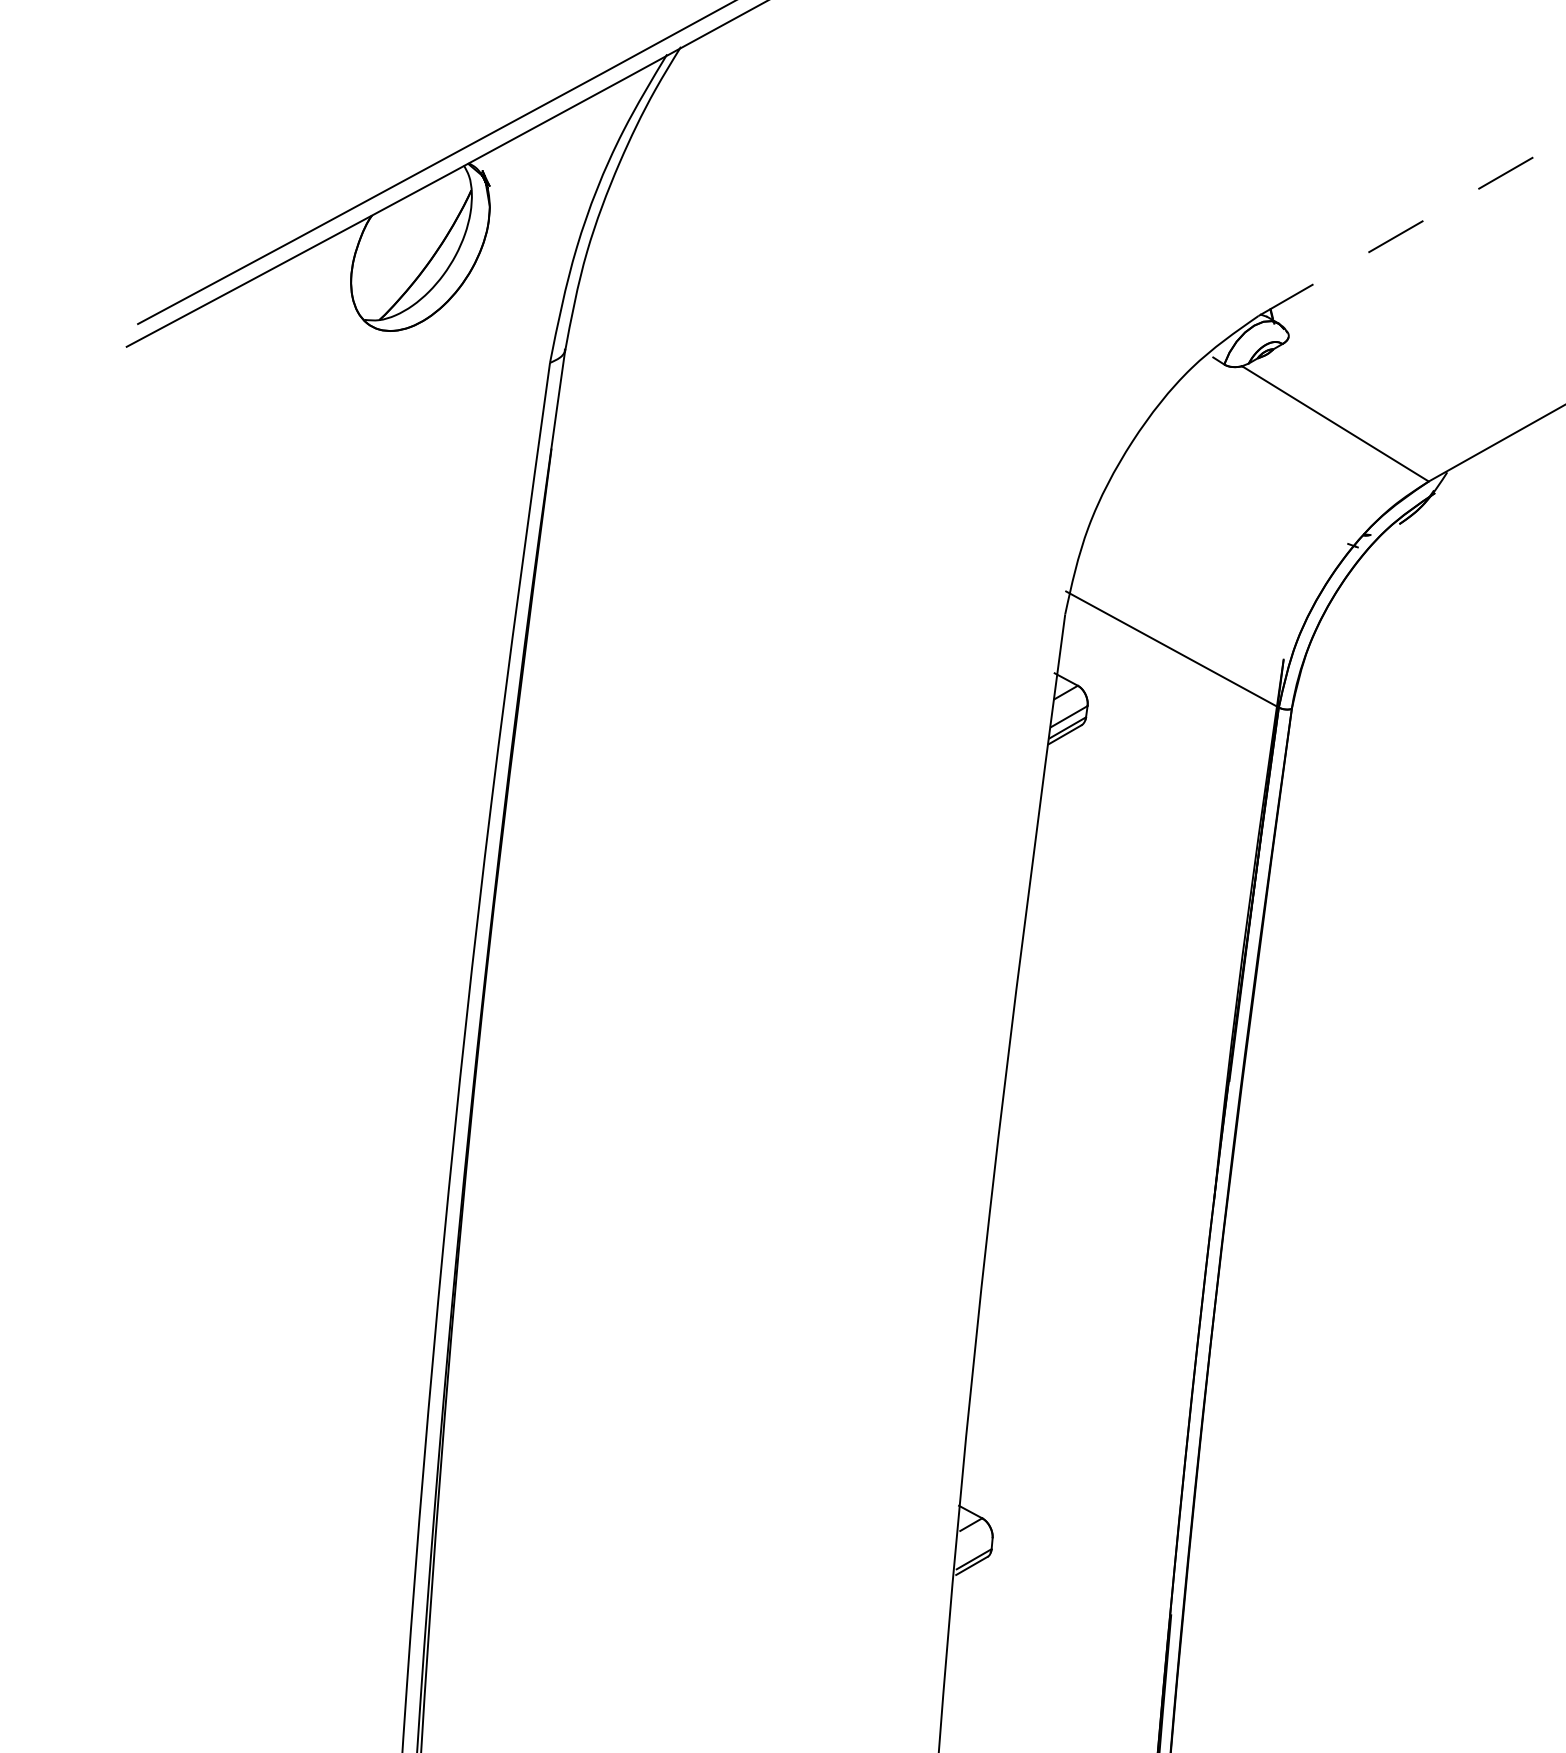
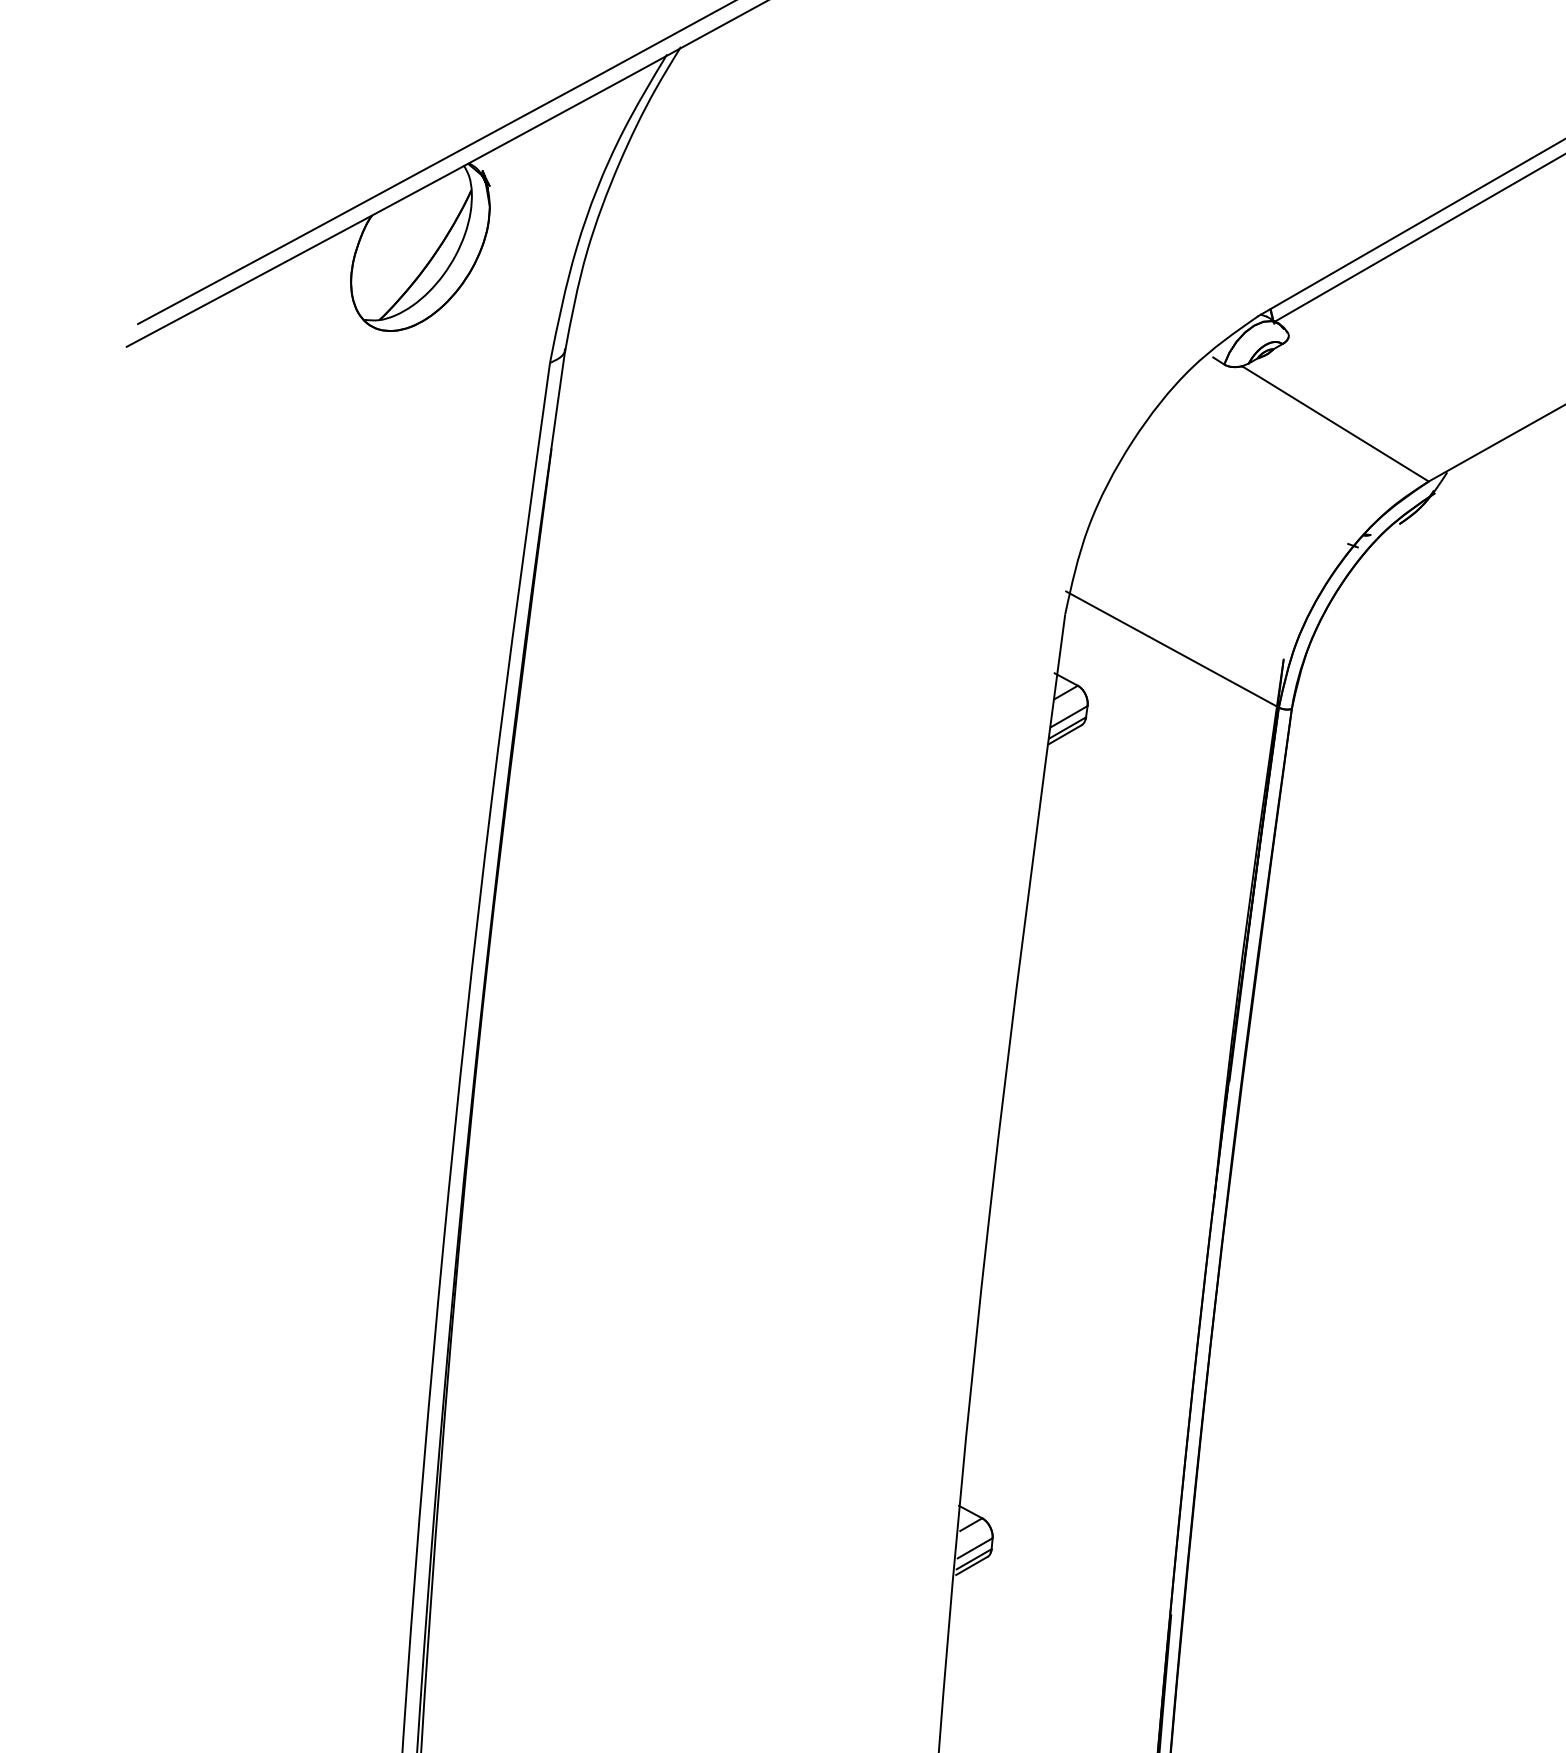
line at (1412, 227): dashed -> solid
line at (1418, 238): none -> present
line at (974, 1548): none -> present
